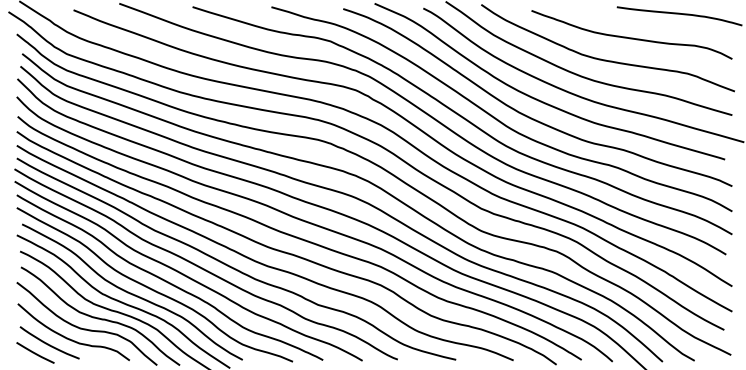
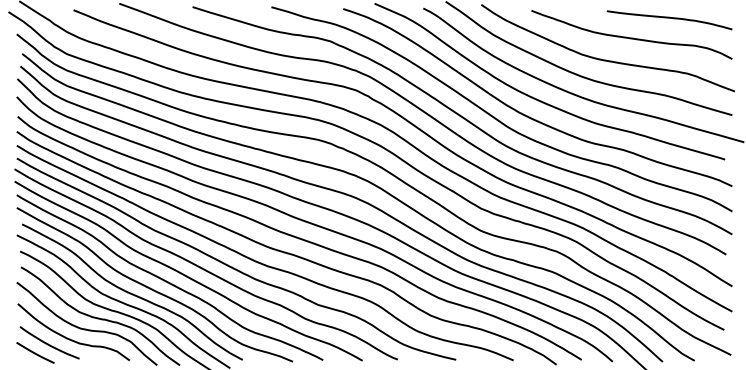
curve at (679, 14) position: (679, 14) -> (669, 18)
